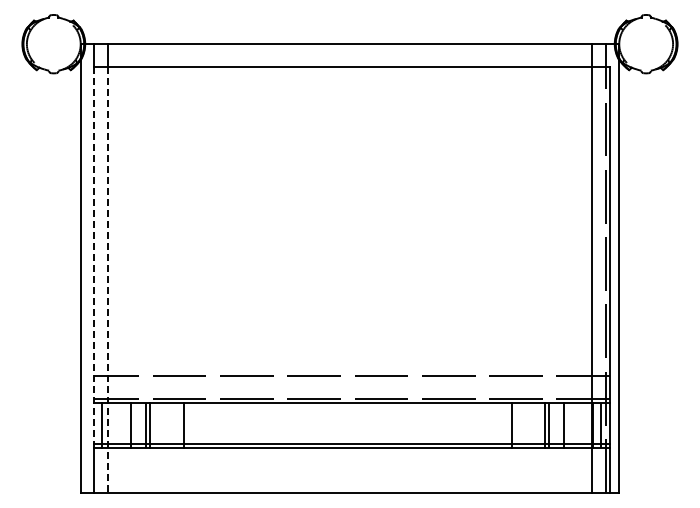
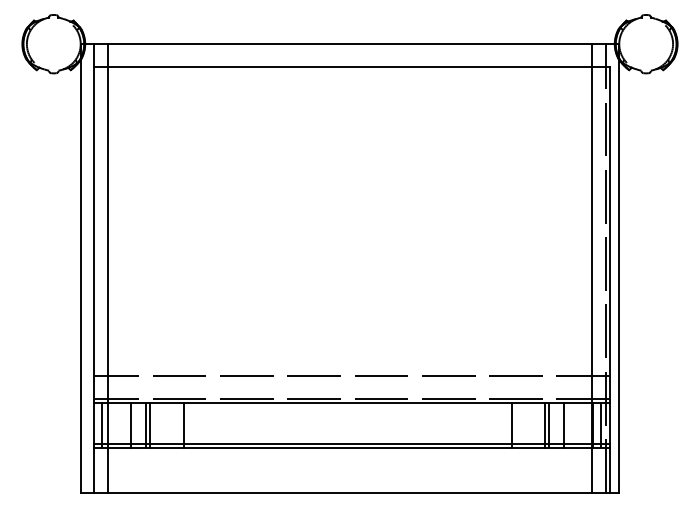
line at (94, 257): dashed -> solid
line at (107, 280): dashed -> solid
